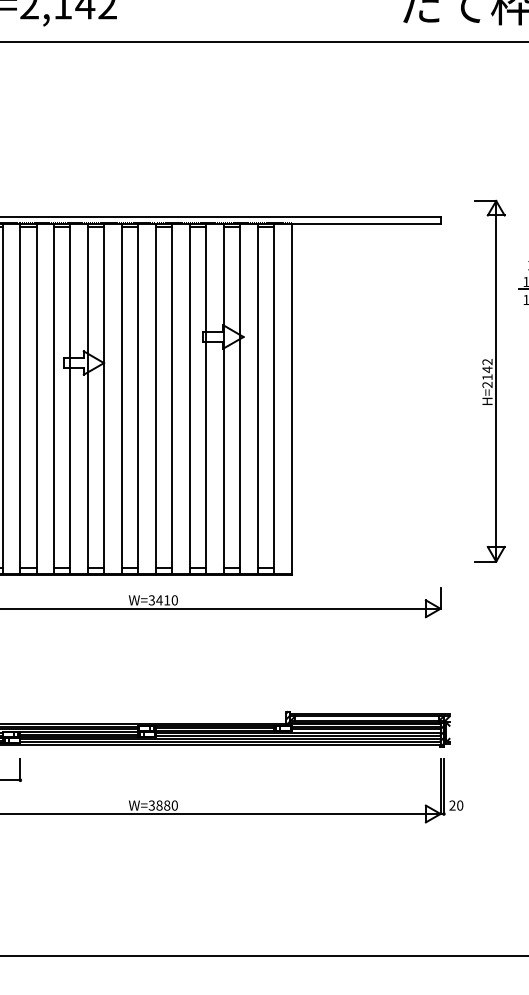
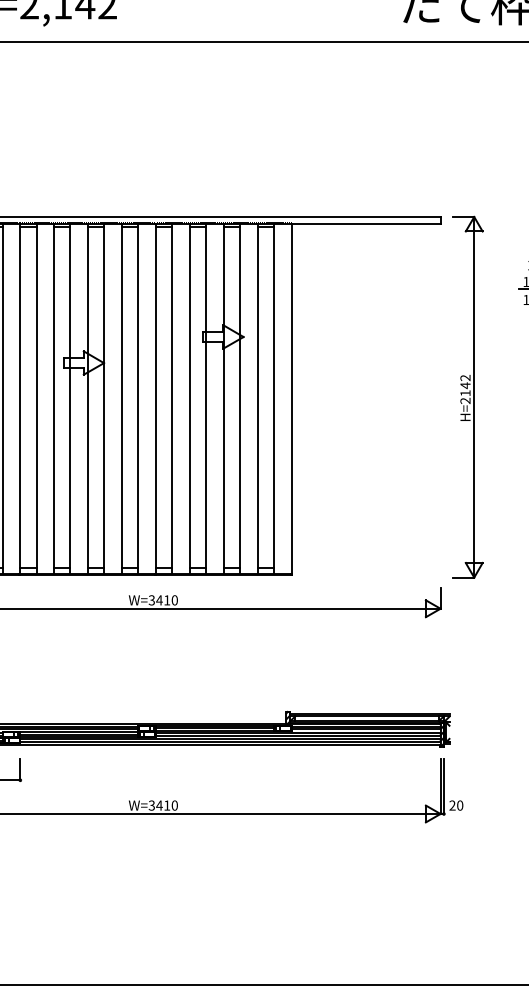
part at (489, 380) position: (489, 380) -> (467, 396)
text at (163, 805): W=3880 -> W=3410
line at (263, 956) position: (263, 956) -> (263, 985)
